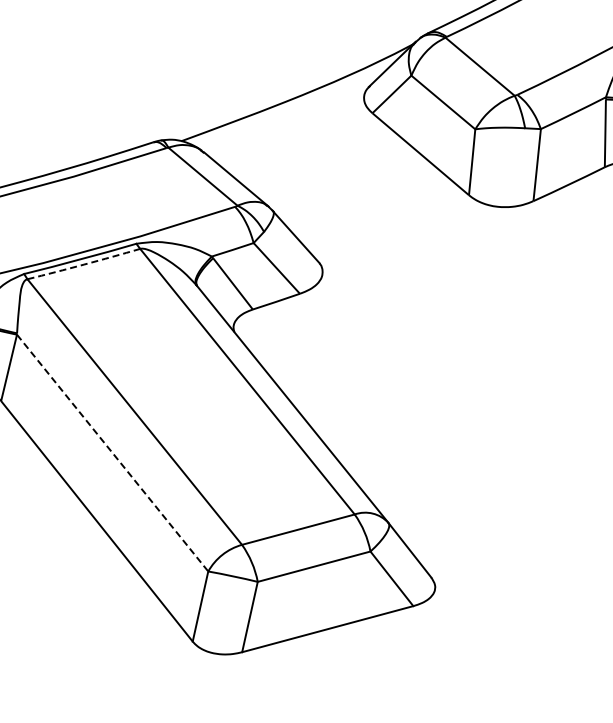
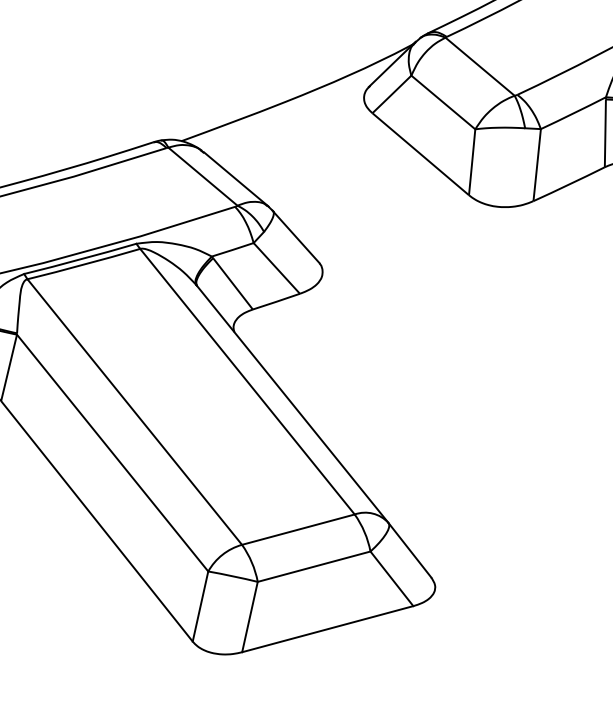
arc at (84, 264): dashed -> solid
line at (112, 453): dashed -> solid
